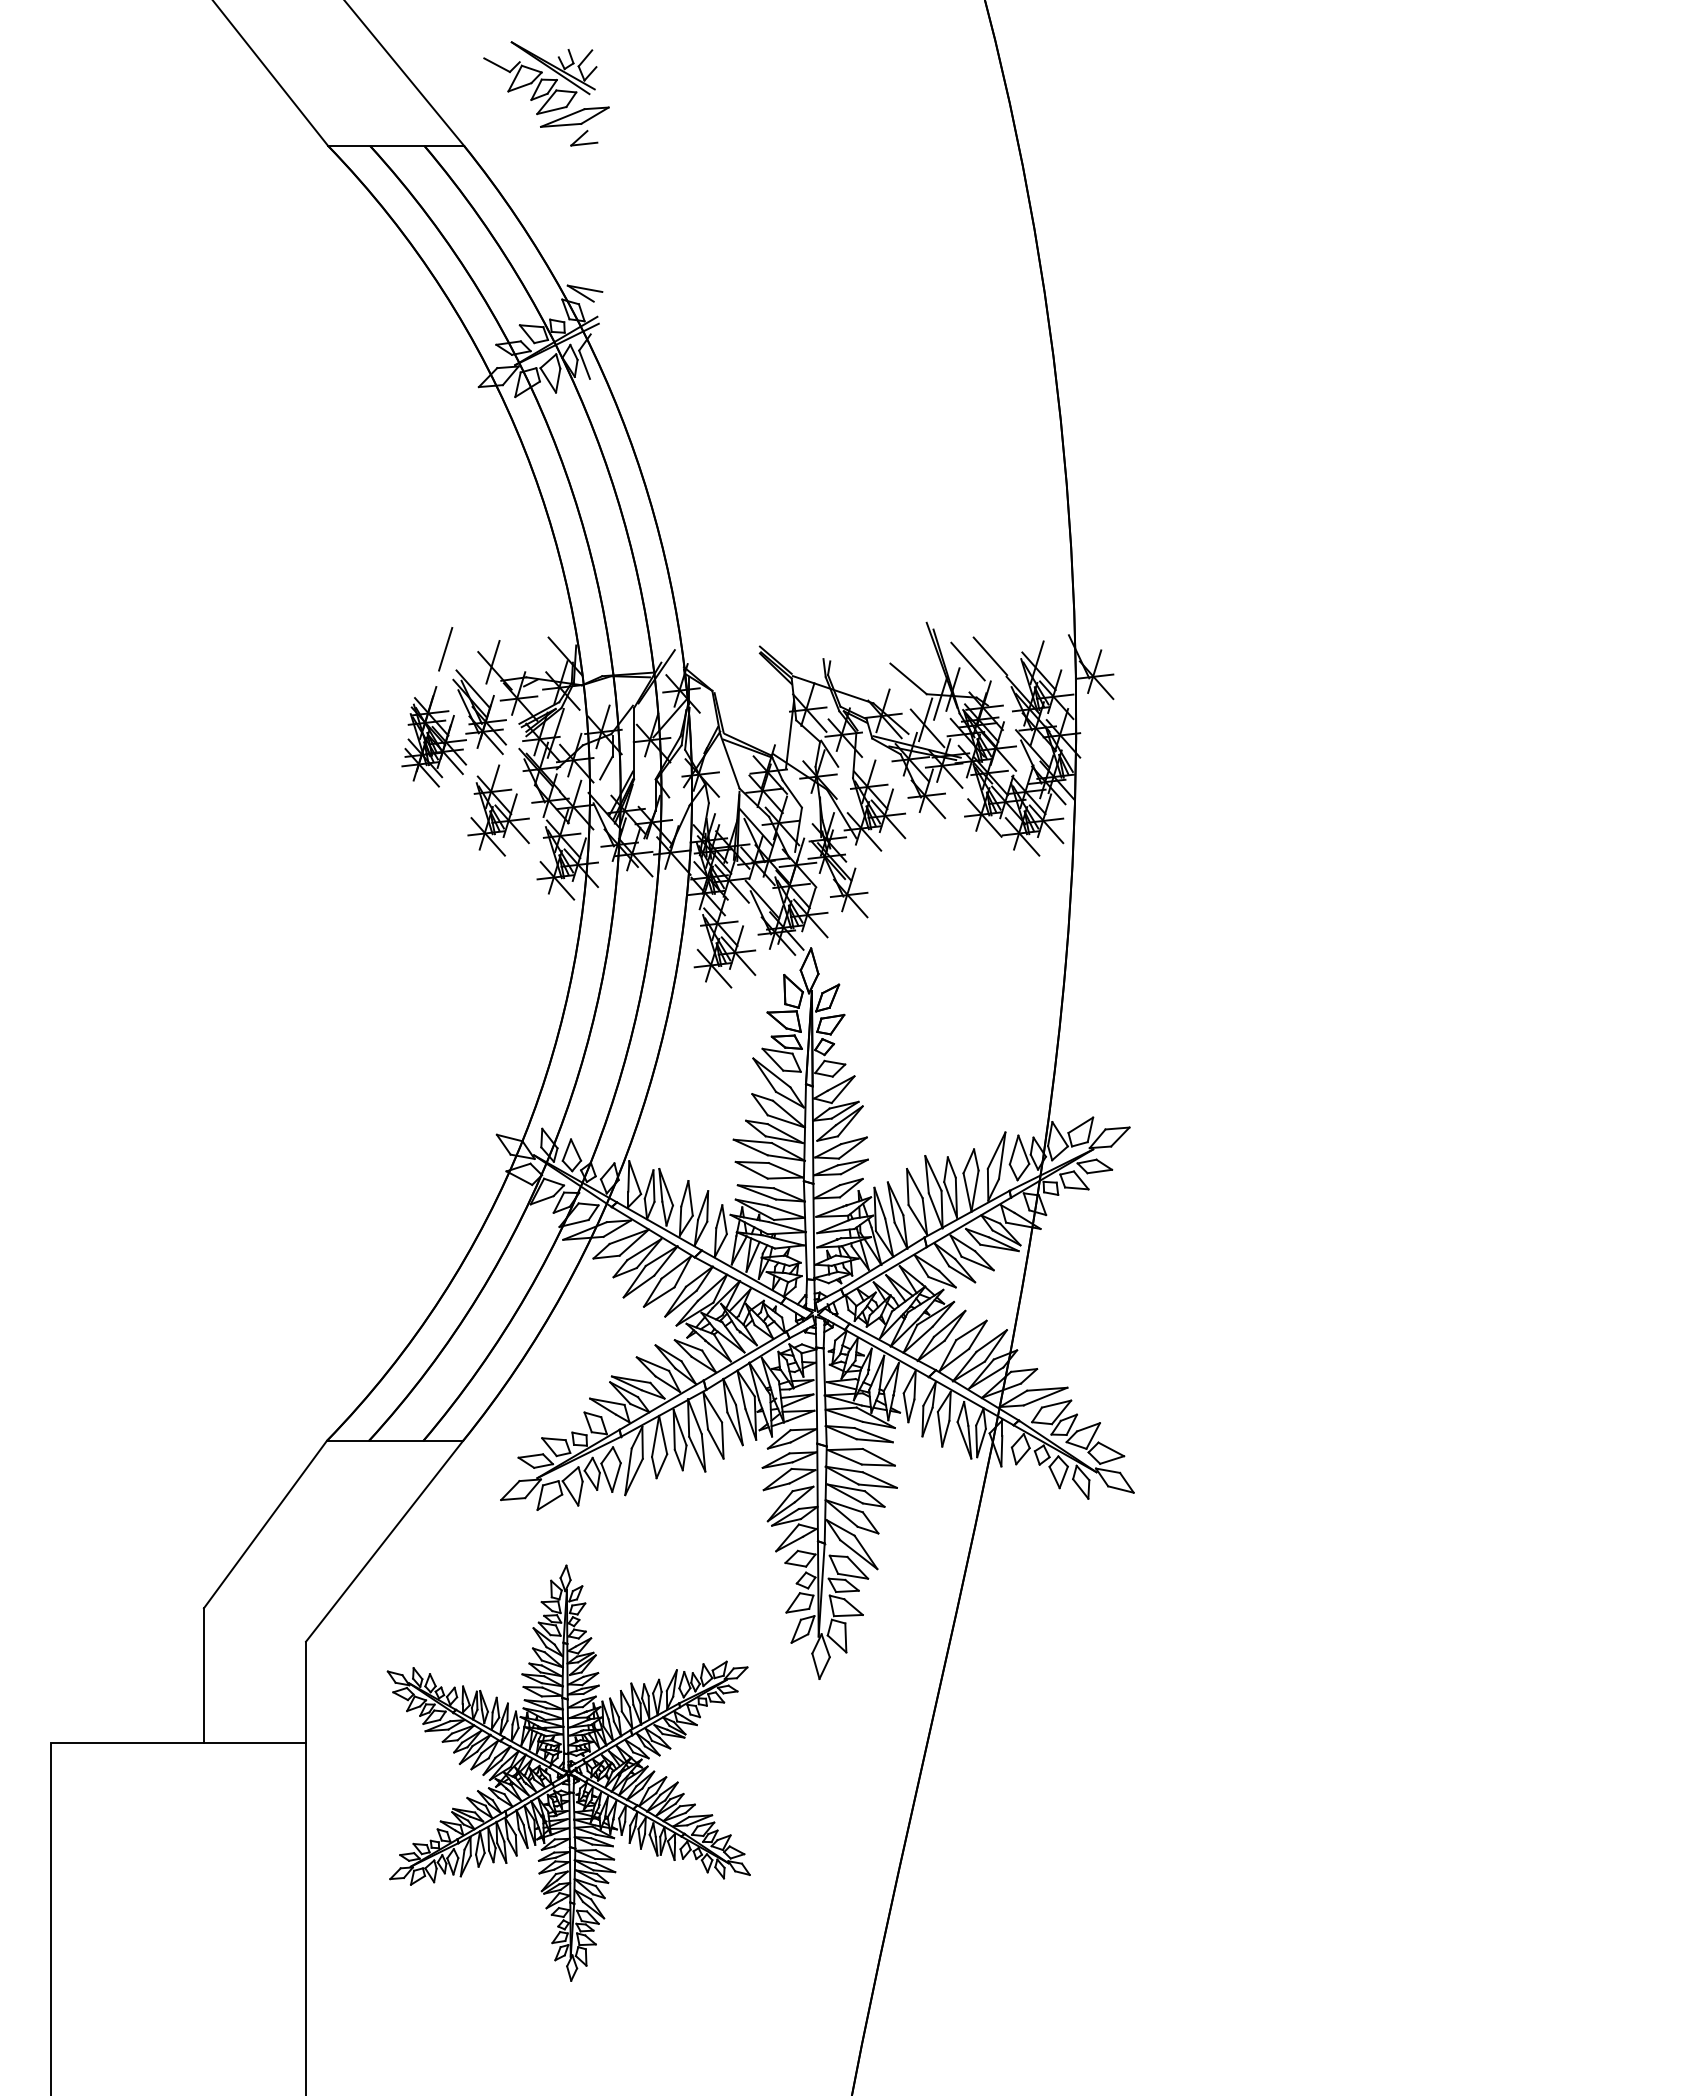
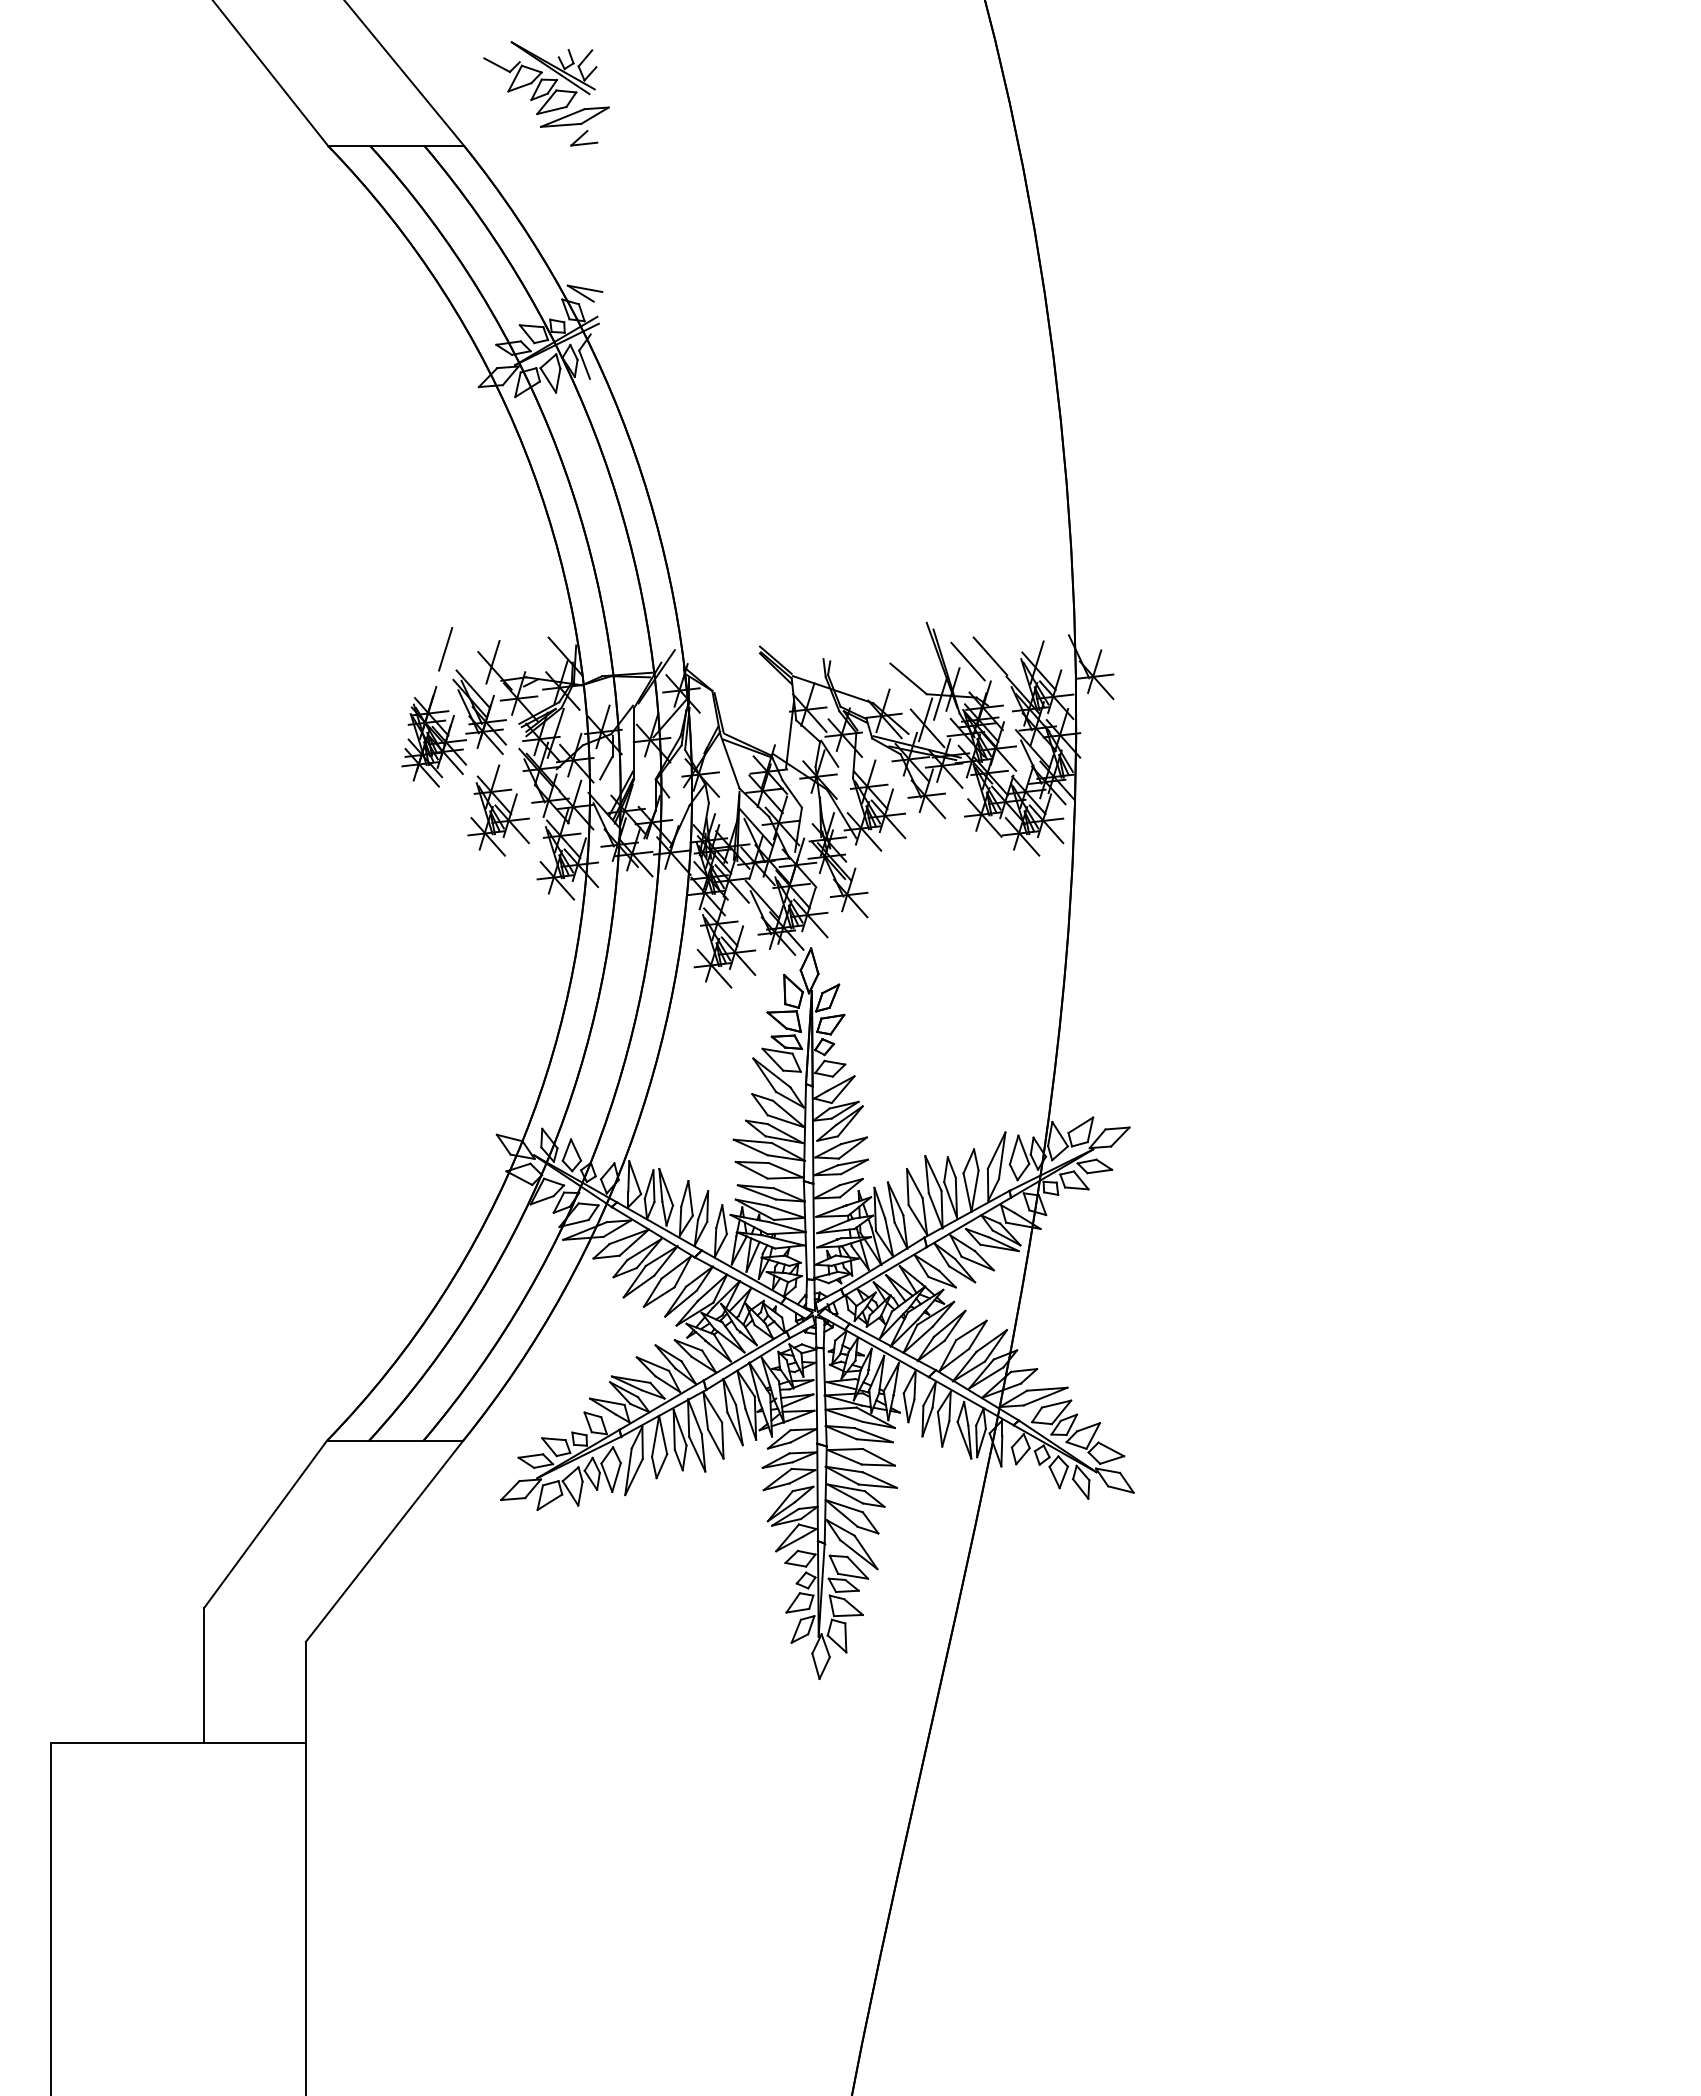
part at (568, 1772): present -> none
